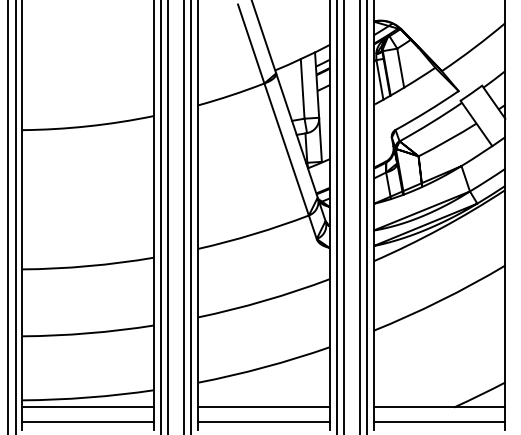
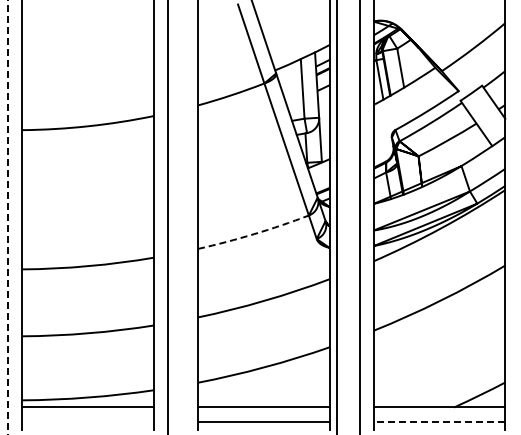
line at (15, 216): present -> none
line at (160, 216): present -> none
line at (183, 216): present -> none
line at (191, 216): present -> none
line at (343, 216): present -> none
line at (366, 216): present -> none
line at (8, 217): solid -> dashed
arc at (254, 234): solid -> dashed
line at (88, 422): present -> none
line at (439, 422): solid -> dashed
